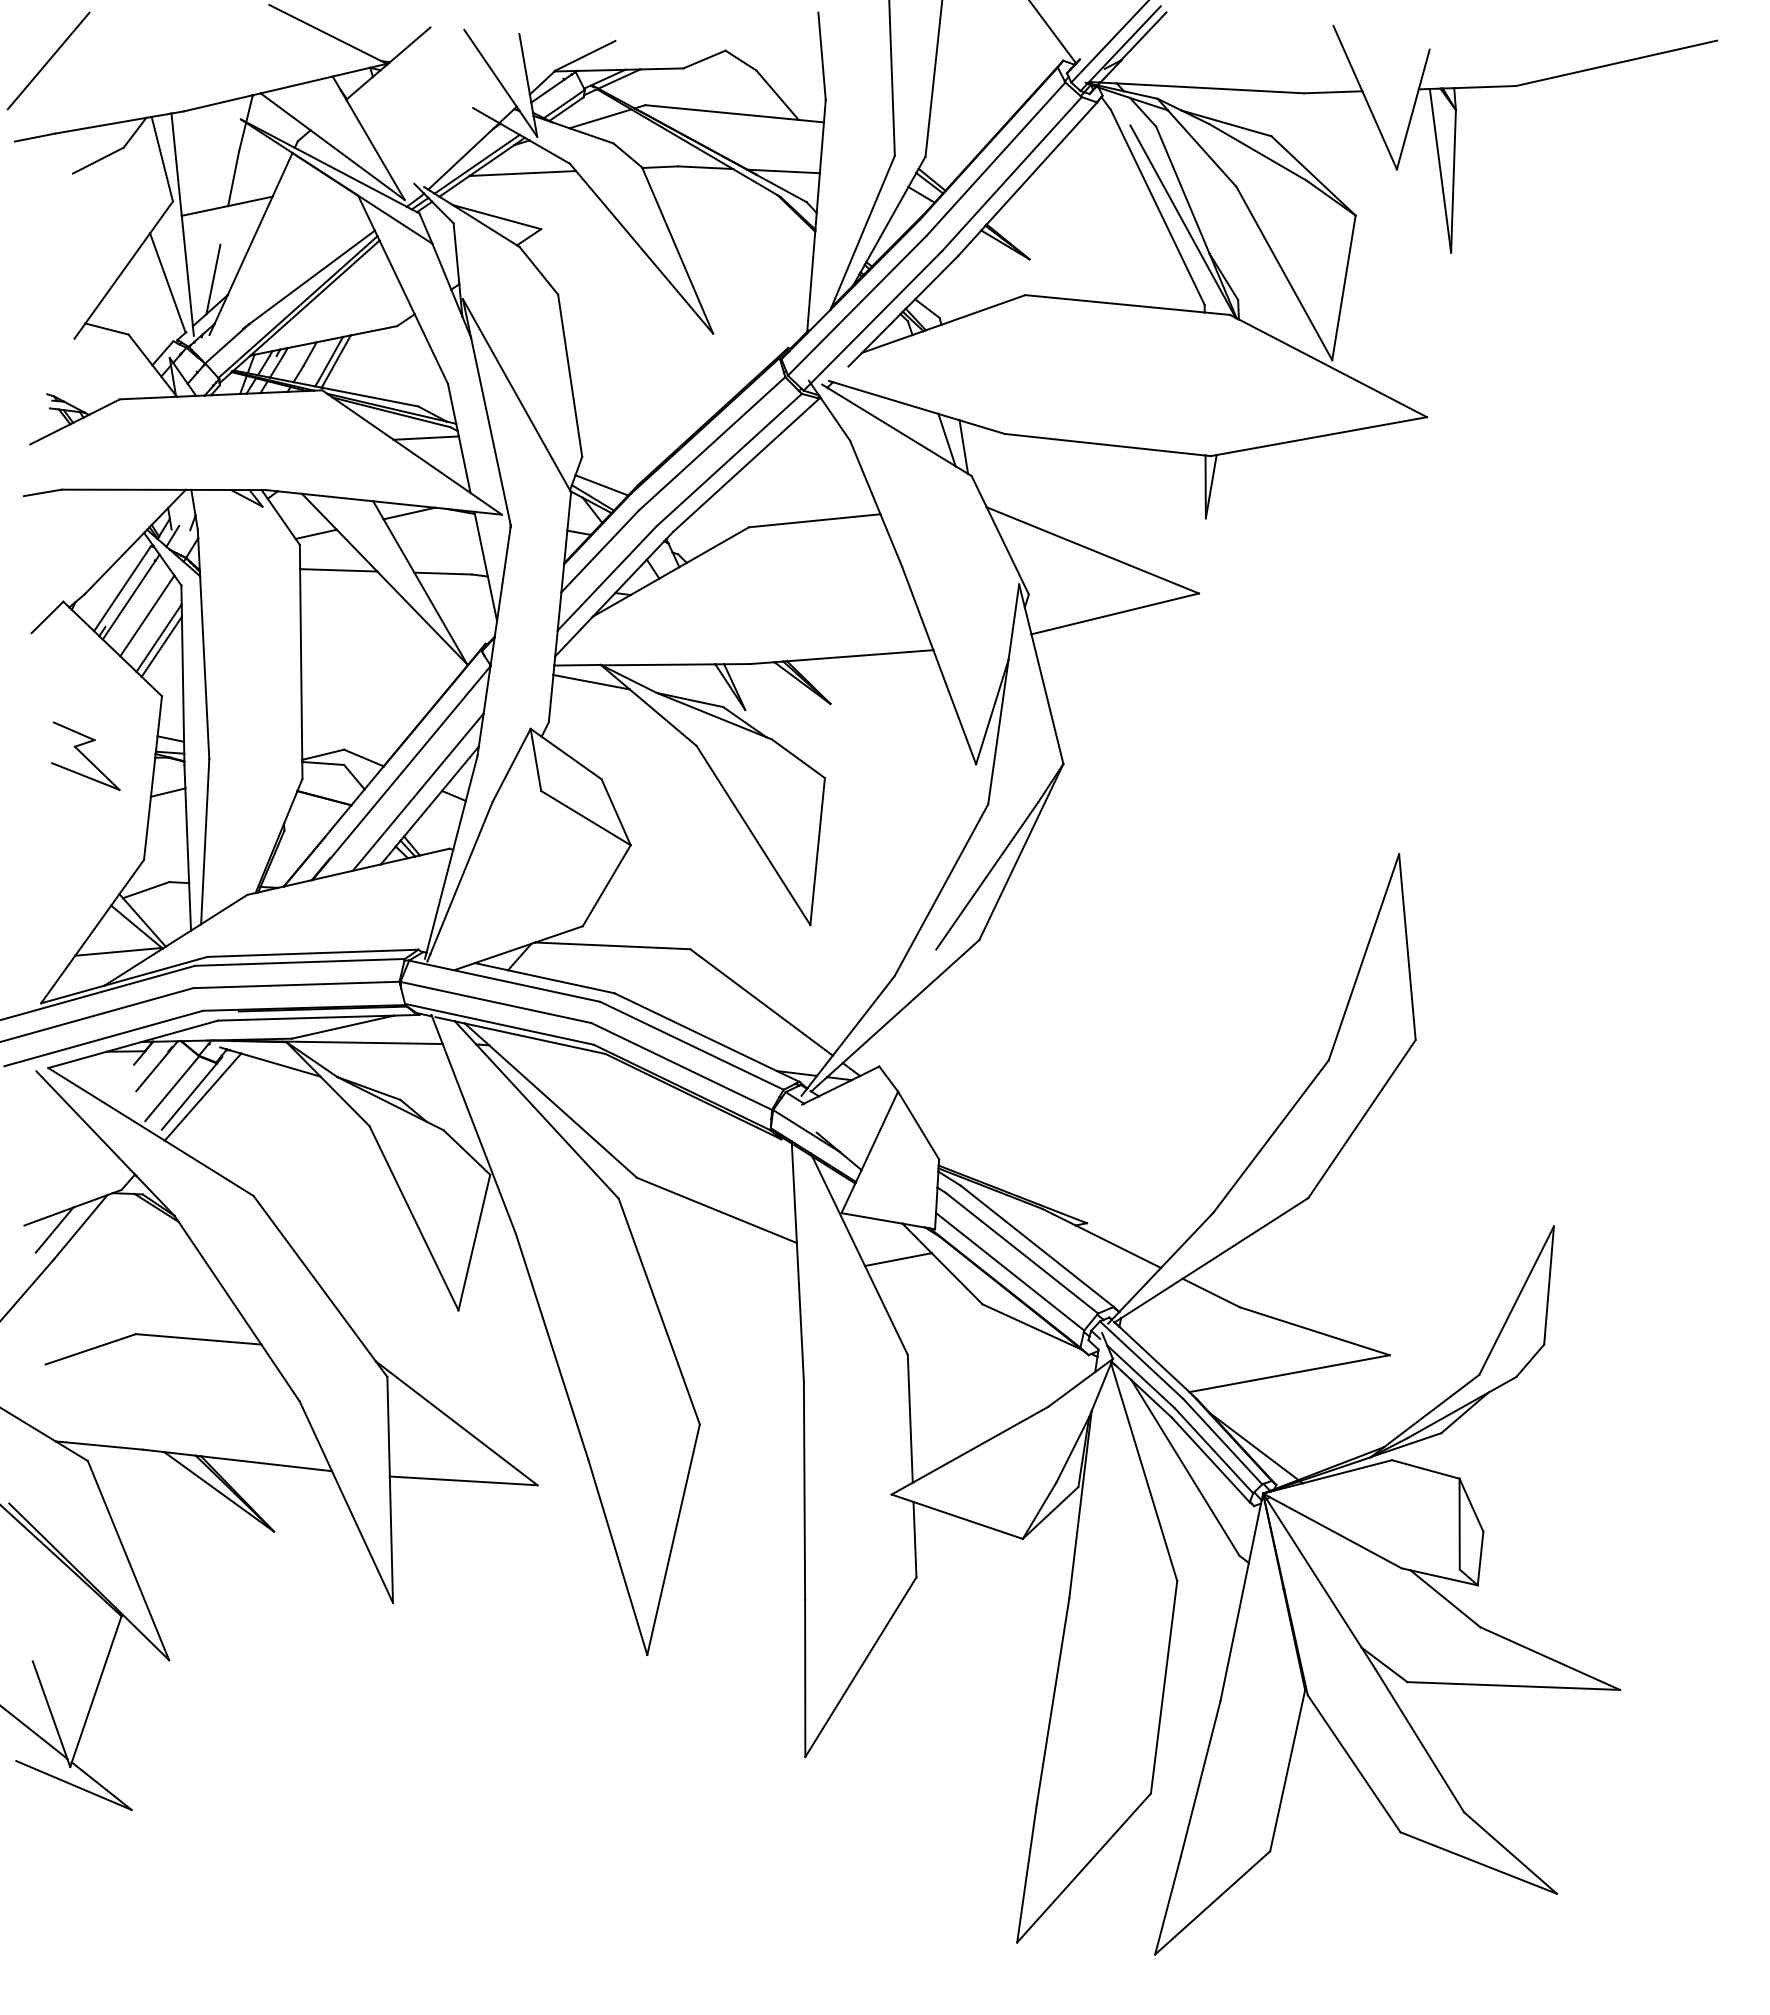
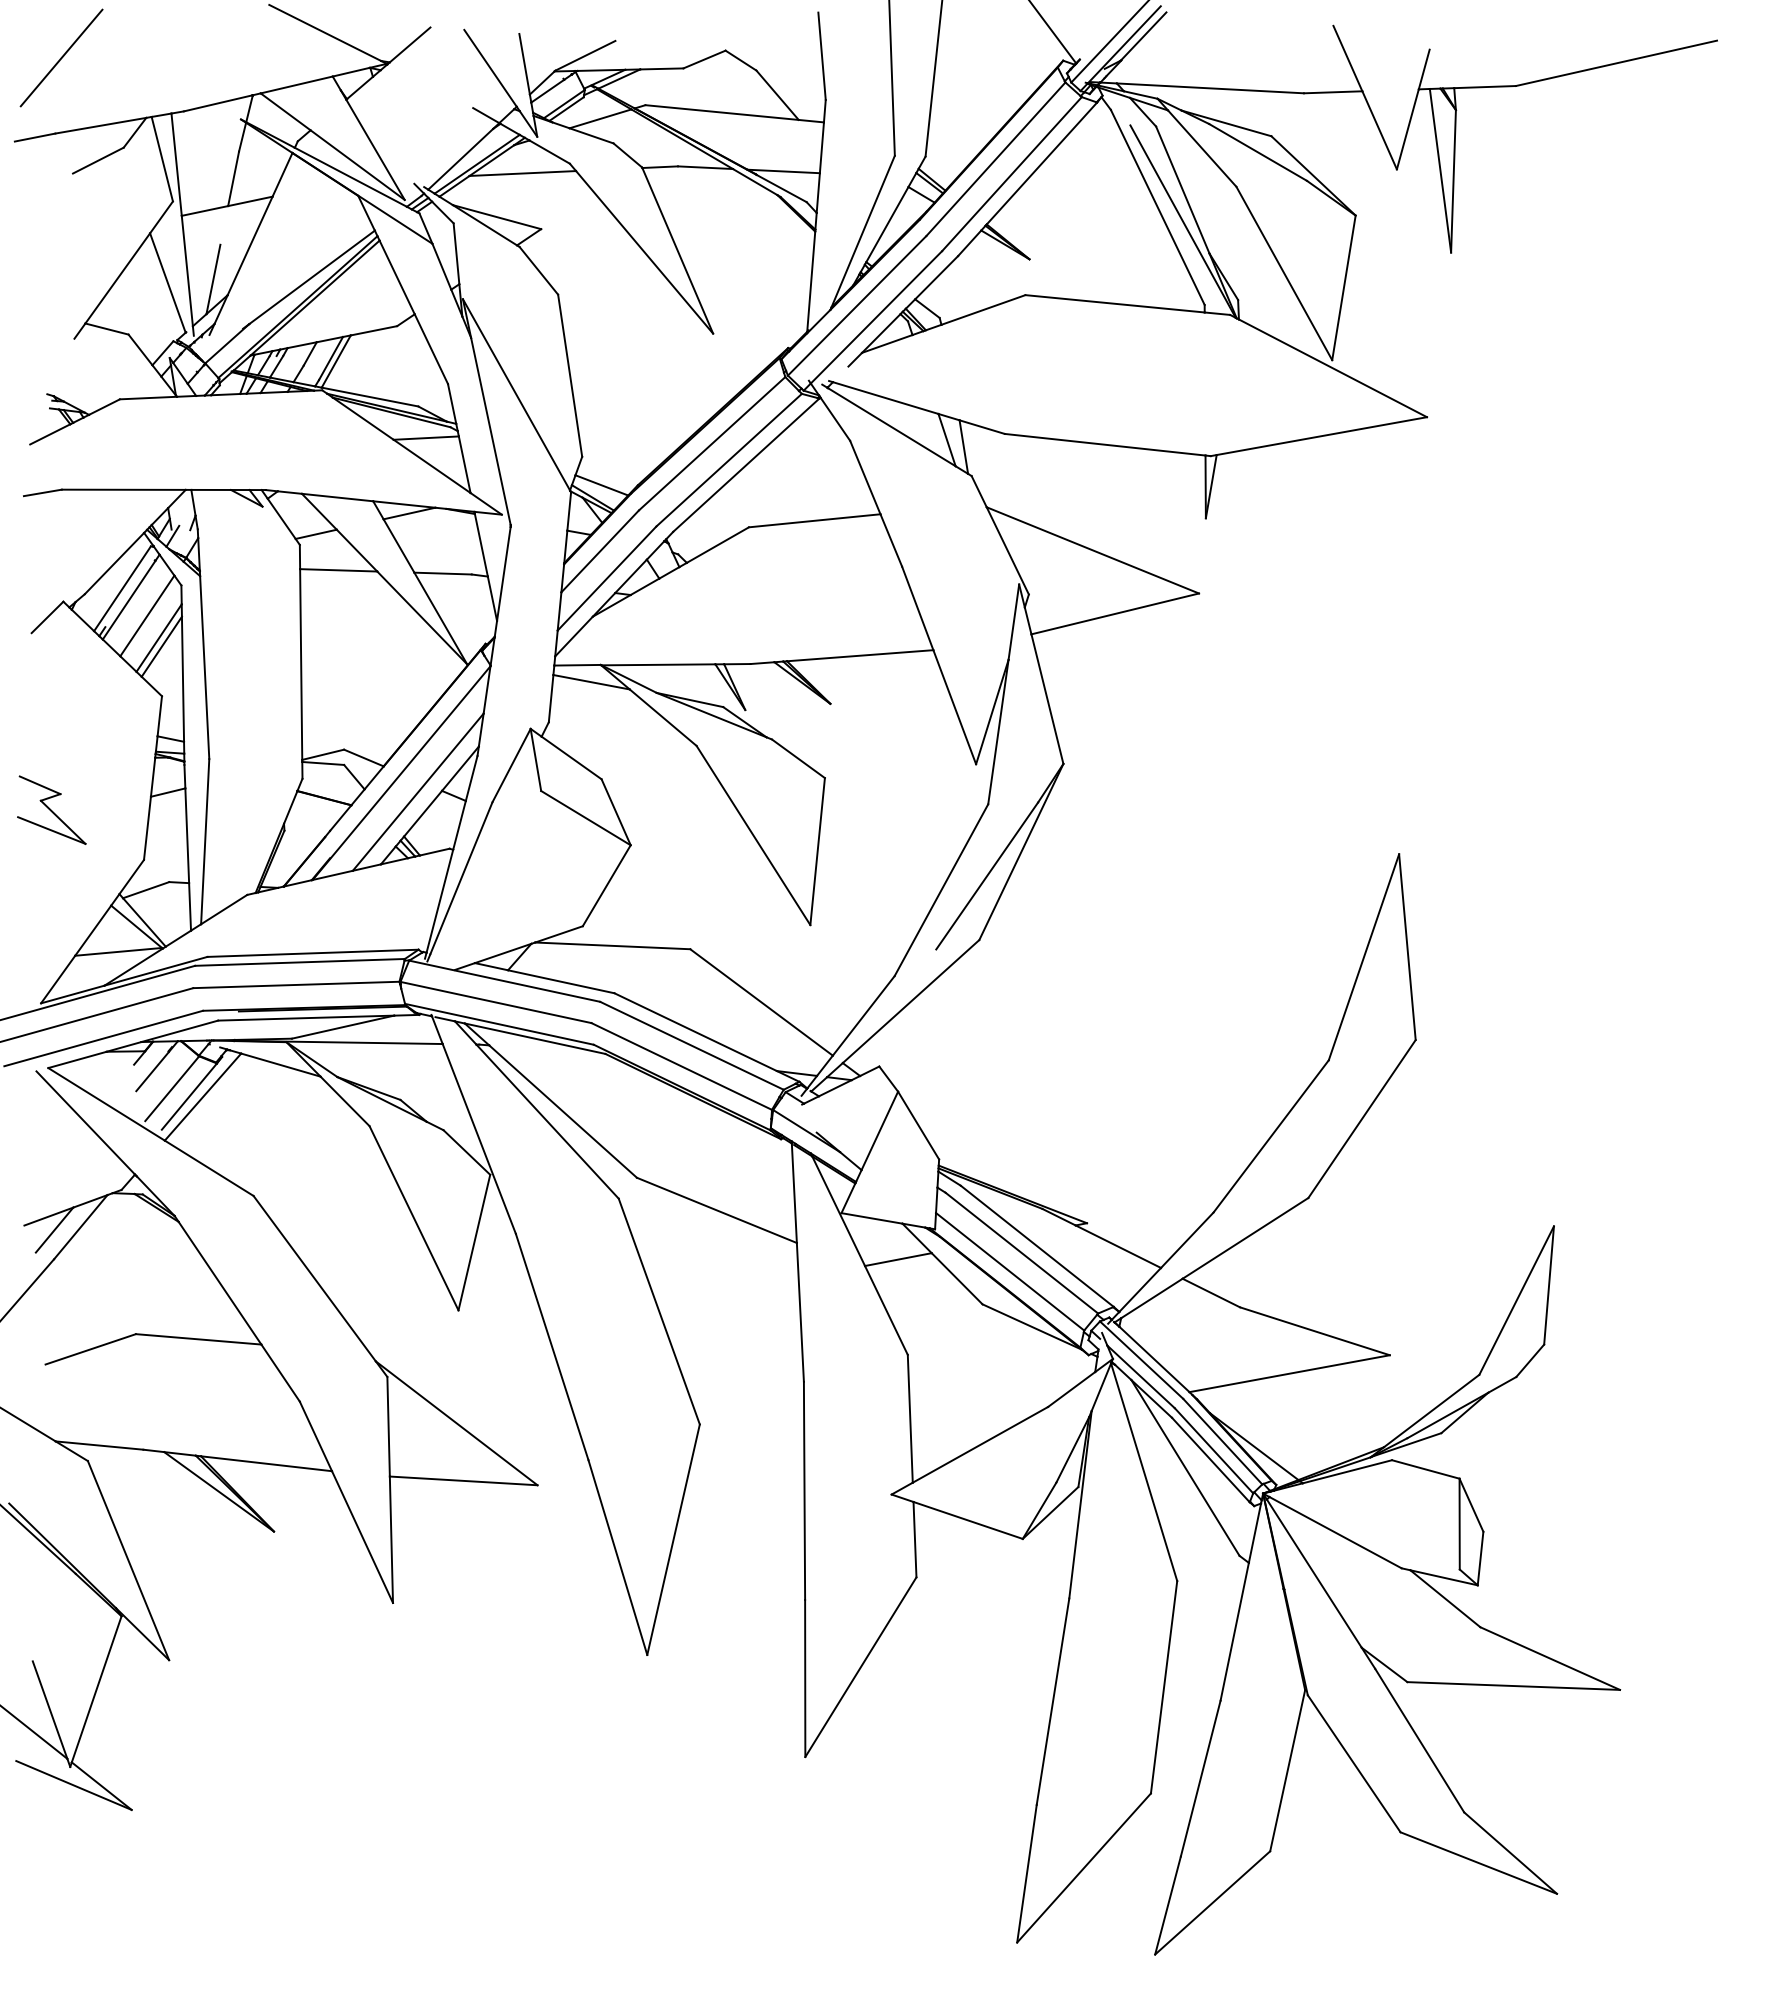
line at (48, 60) position: (48, 60) -> (61, 57)
part at (85, 755) position: (85, 755) -> (51, 809)
